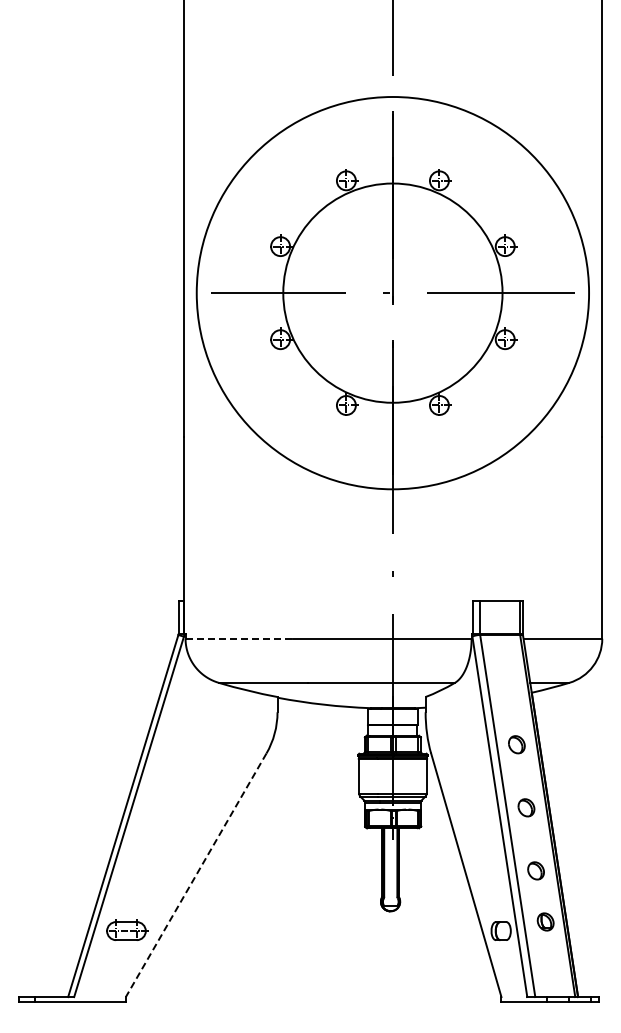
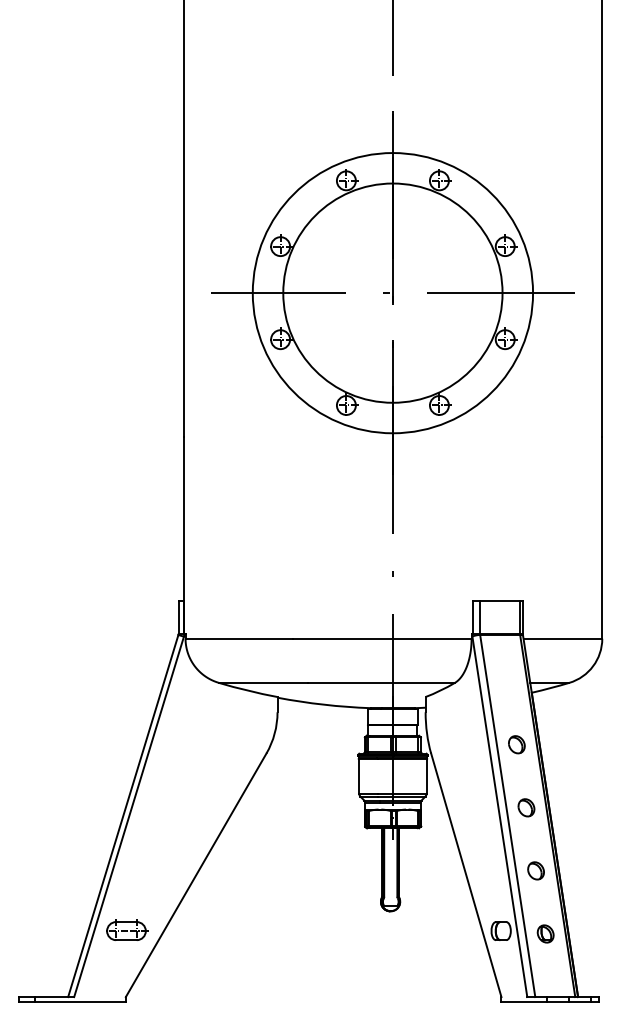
circle at (392, 293) diameter: 392 px -> 280 px
line at (239, 638): dashed -> solid
line at (196, 875): dashed -> solid
part at (545, 921) position: (545, 921) -> (545, 933)
